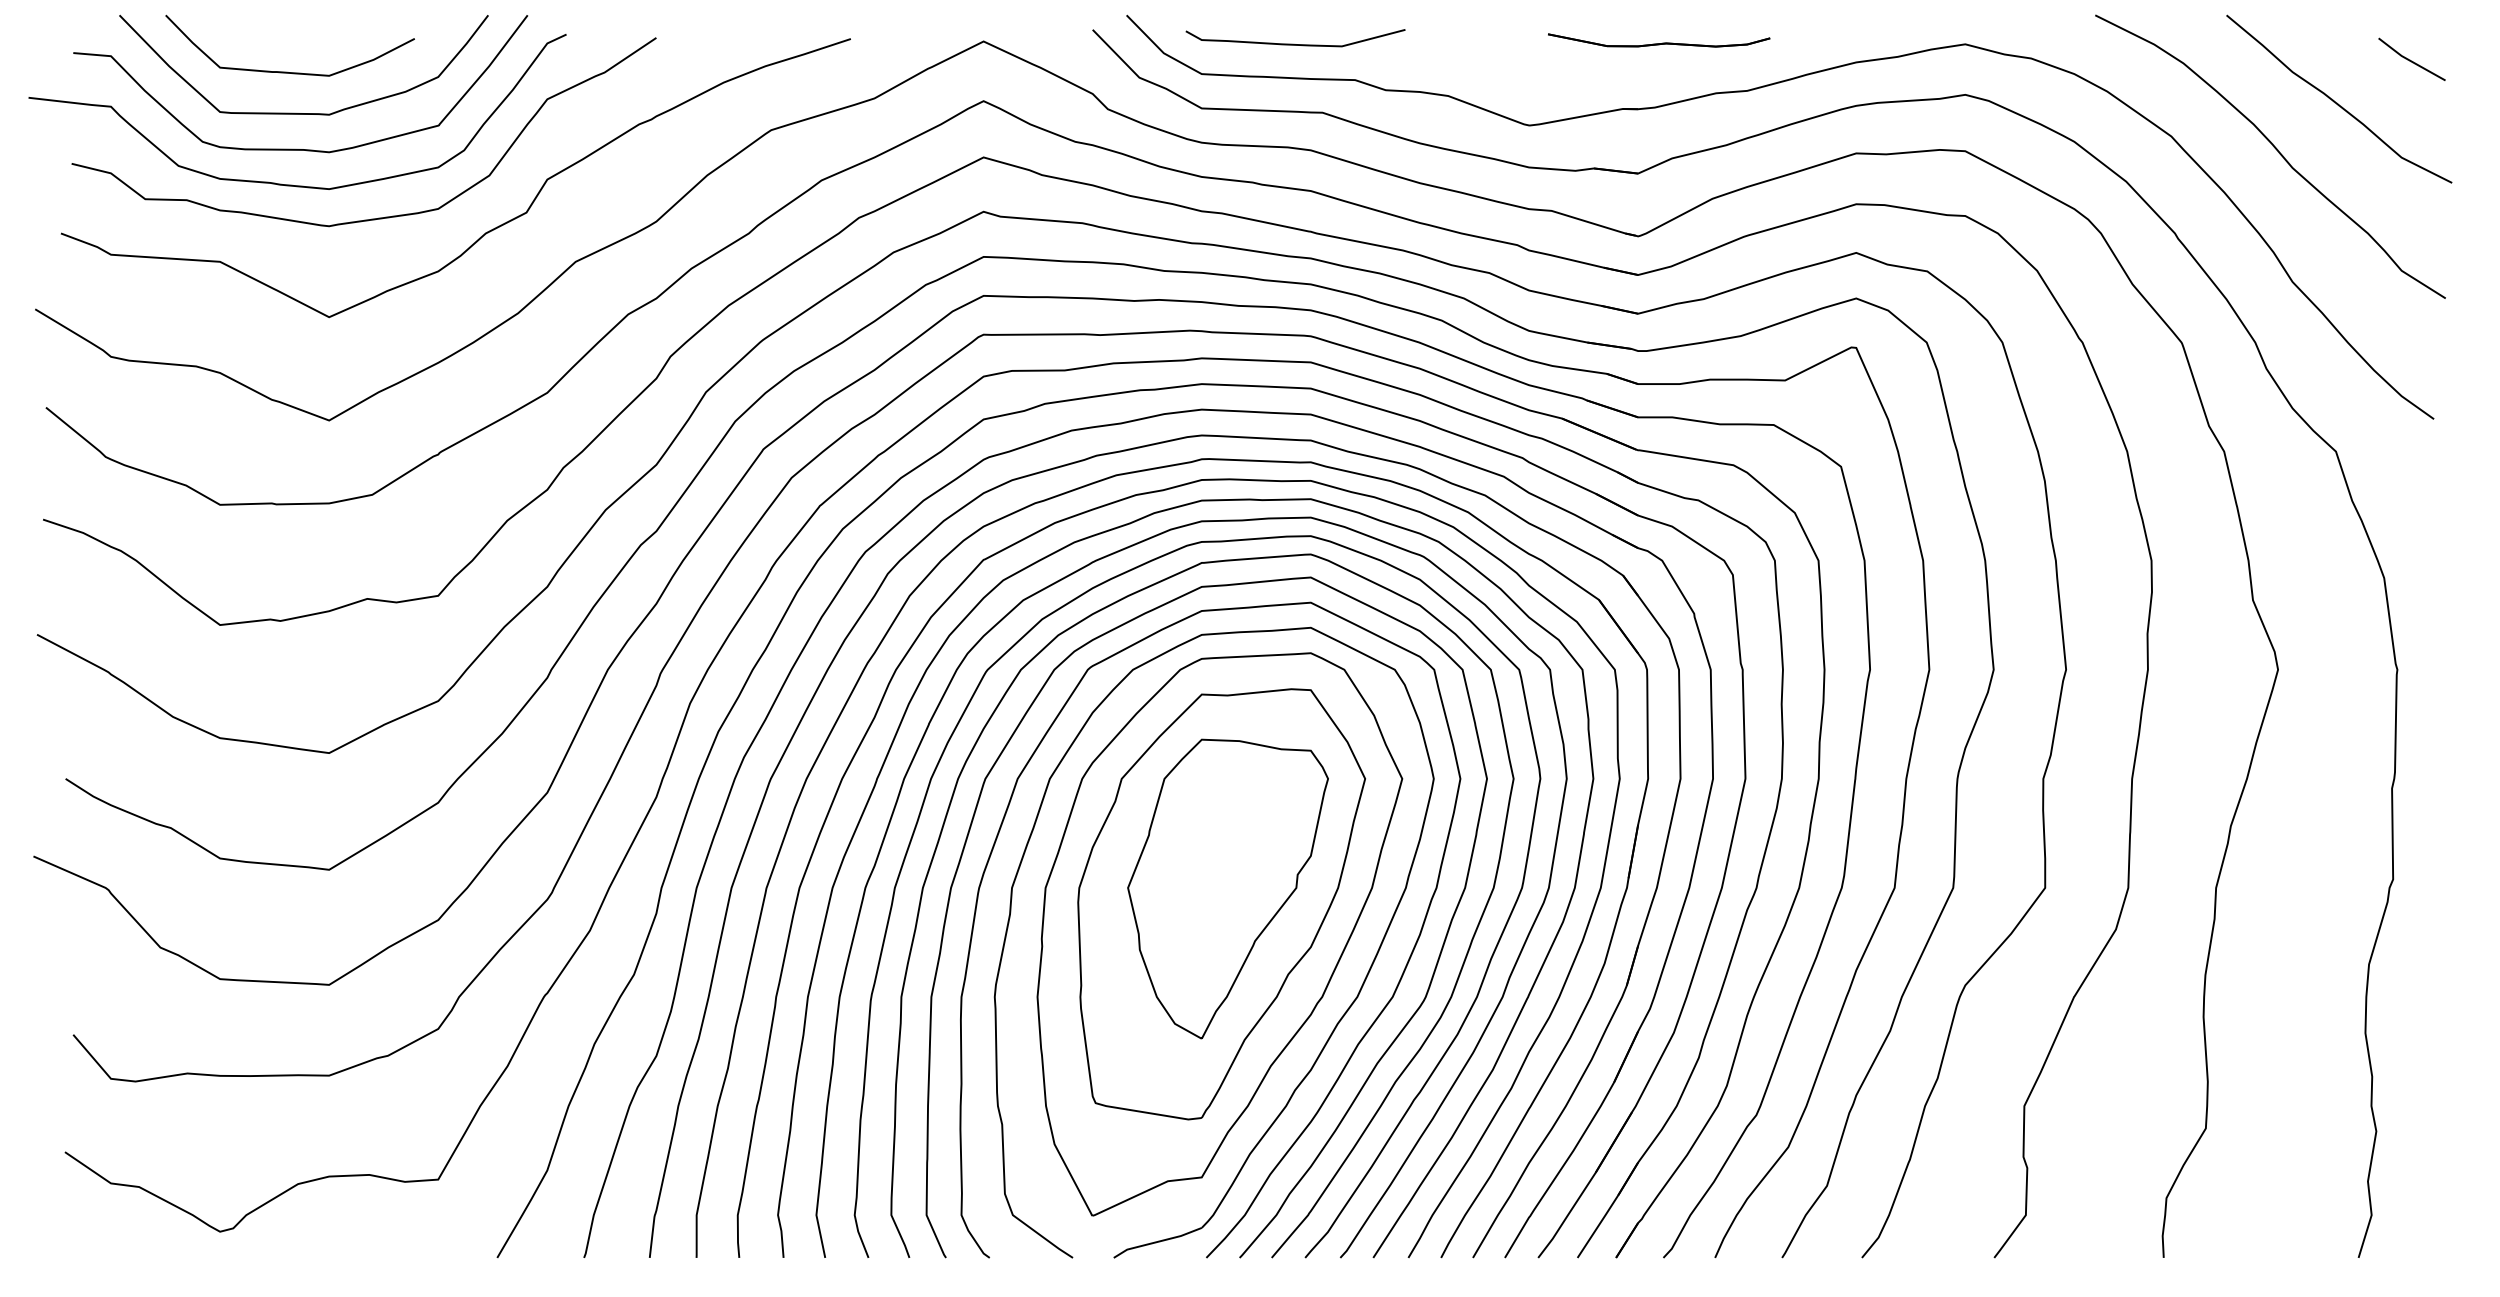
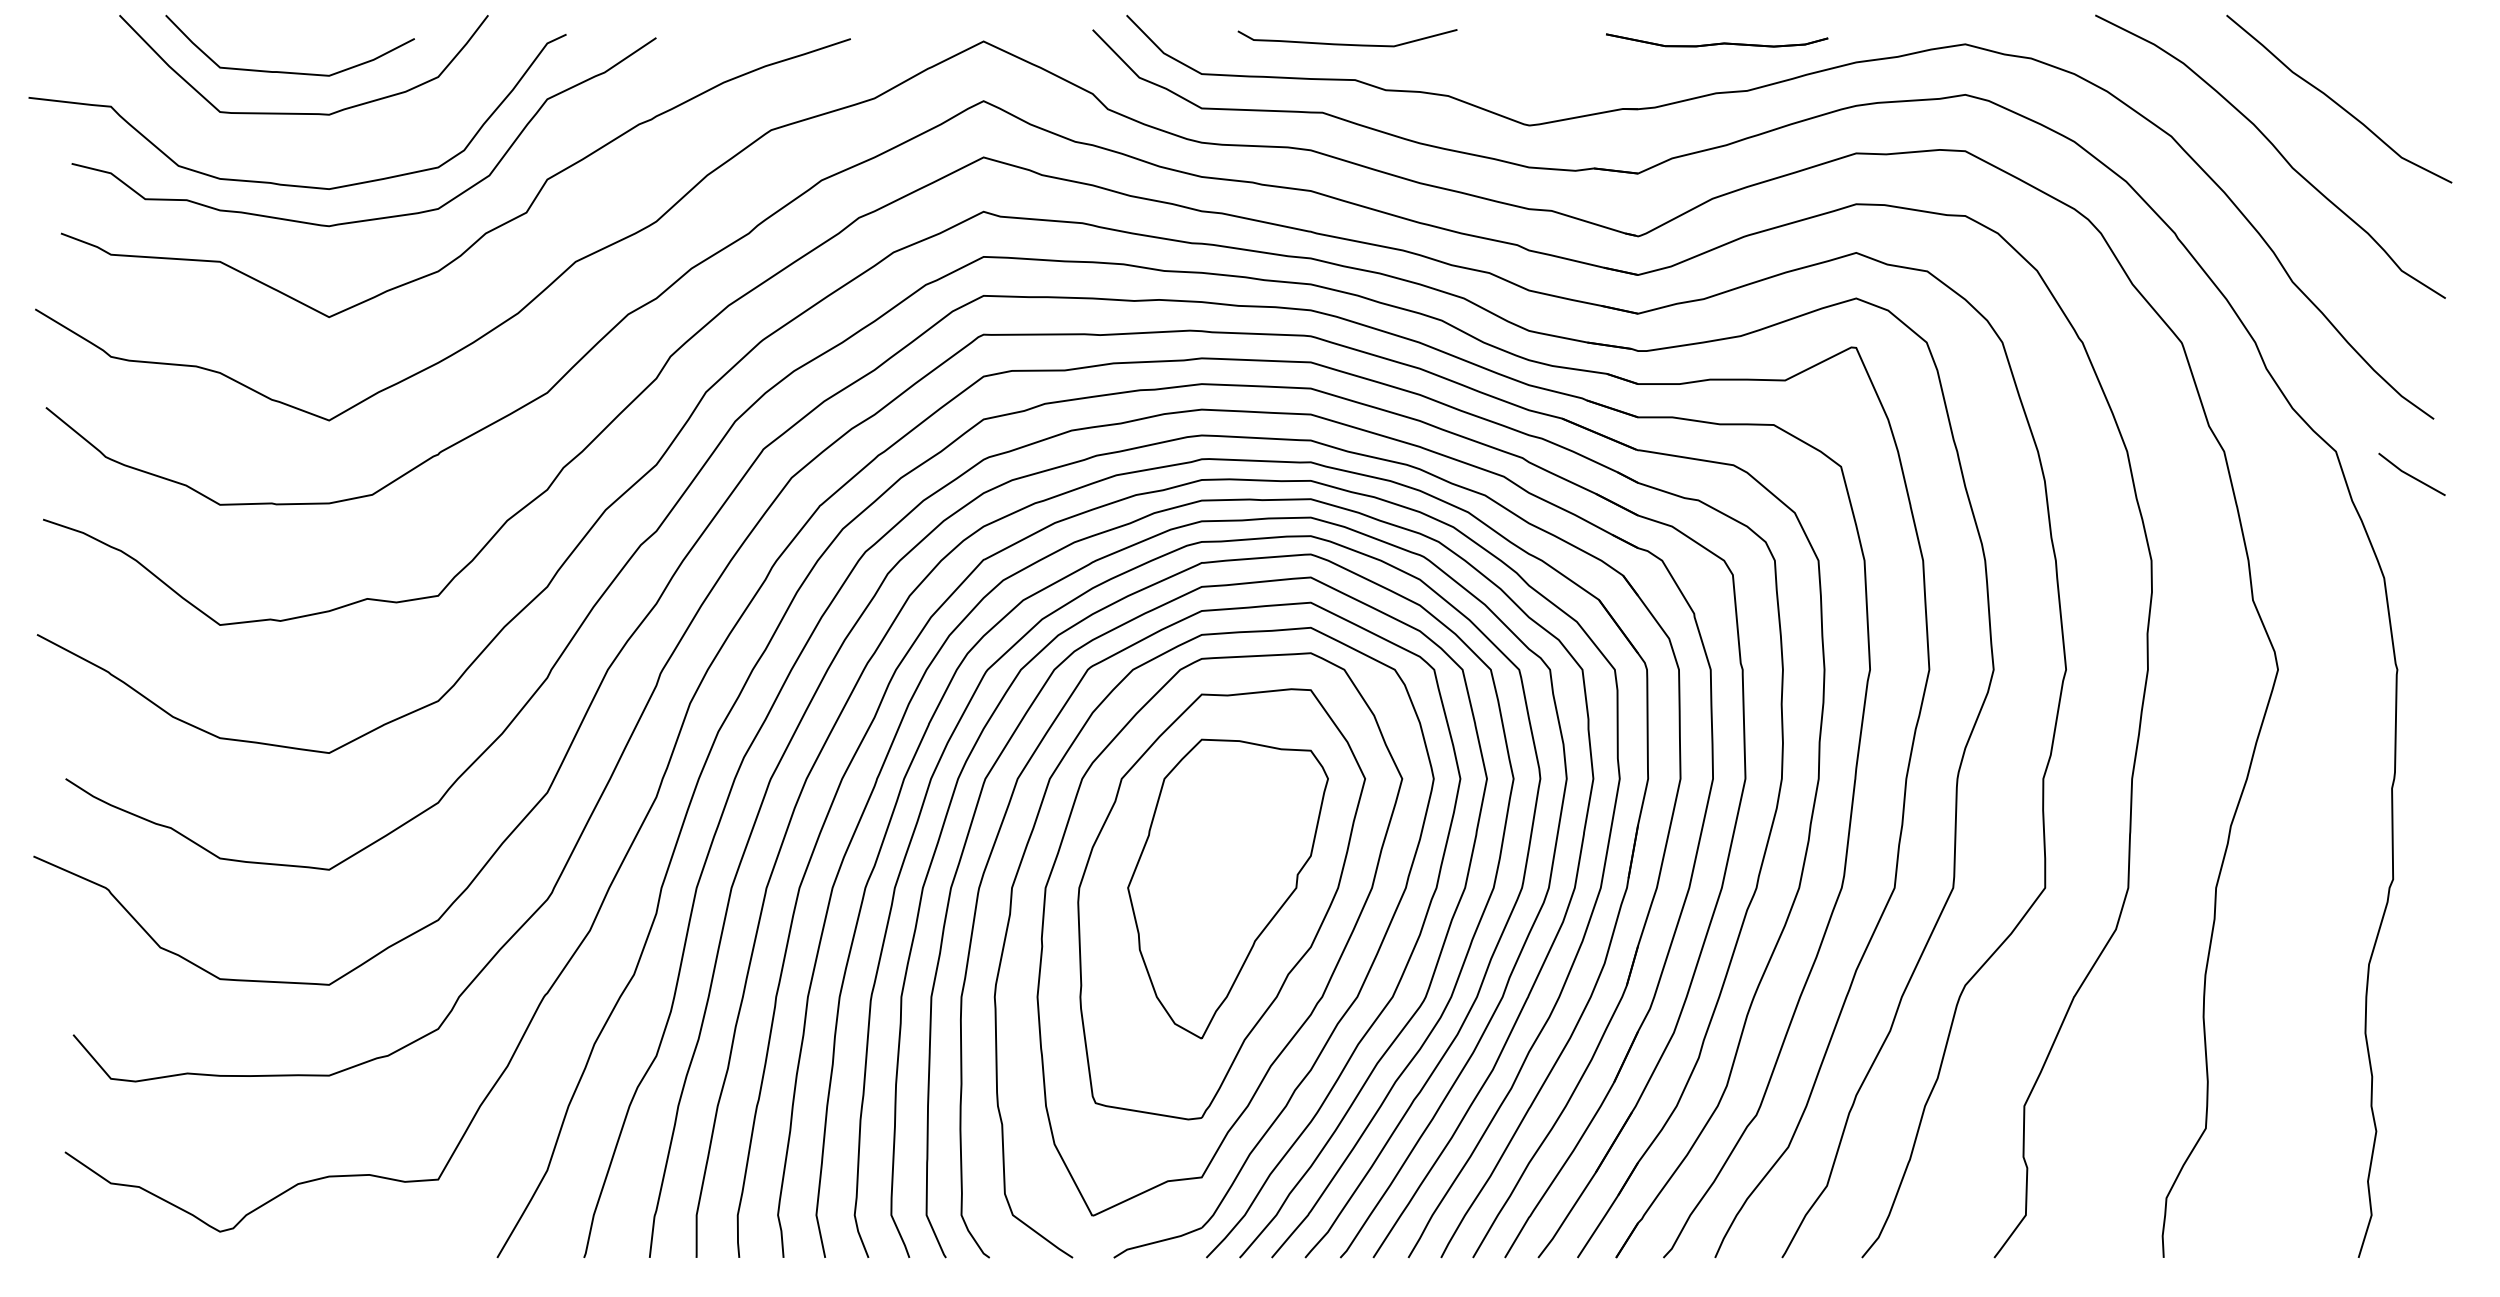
part at (1659, 40) position: (1659, 40) -> (1717, 40)
curve at (1294, 43) position: (1294, 43) -> (1346, 43)
line at (2410, 59) position: (2410, 59) -> (2410, 474)
curve at (296, 148): present -> none
